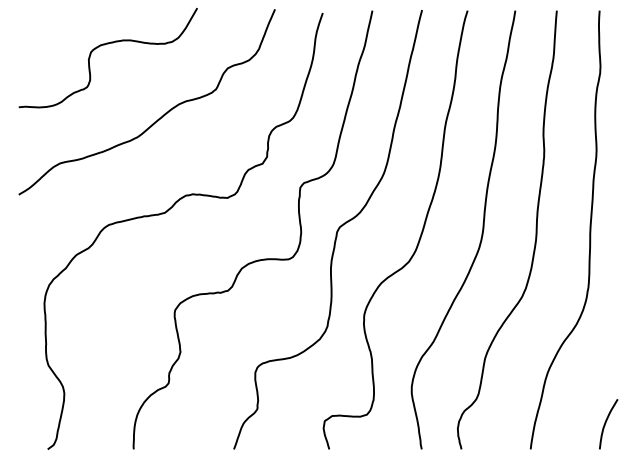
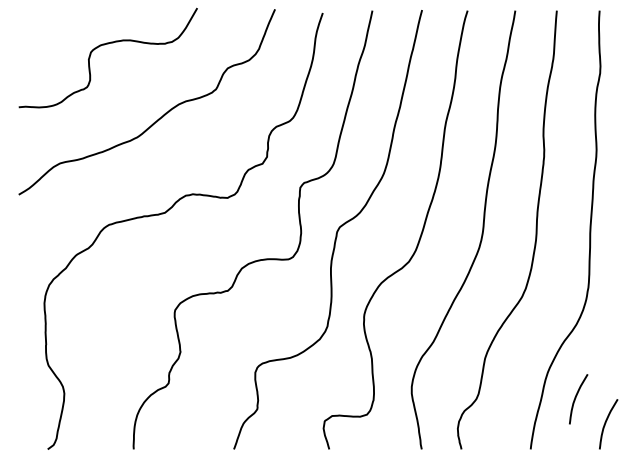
curve at (576, 398): none -> present
